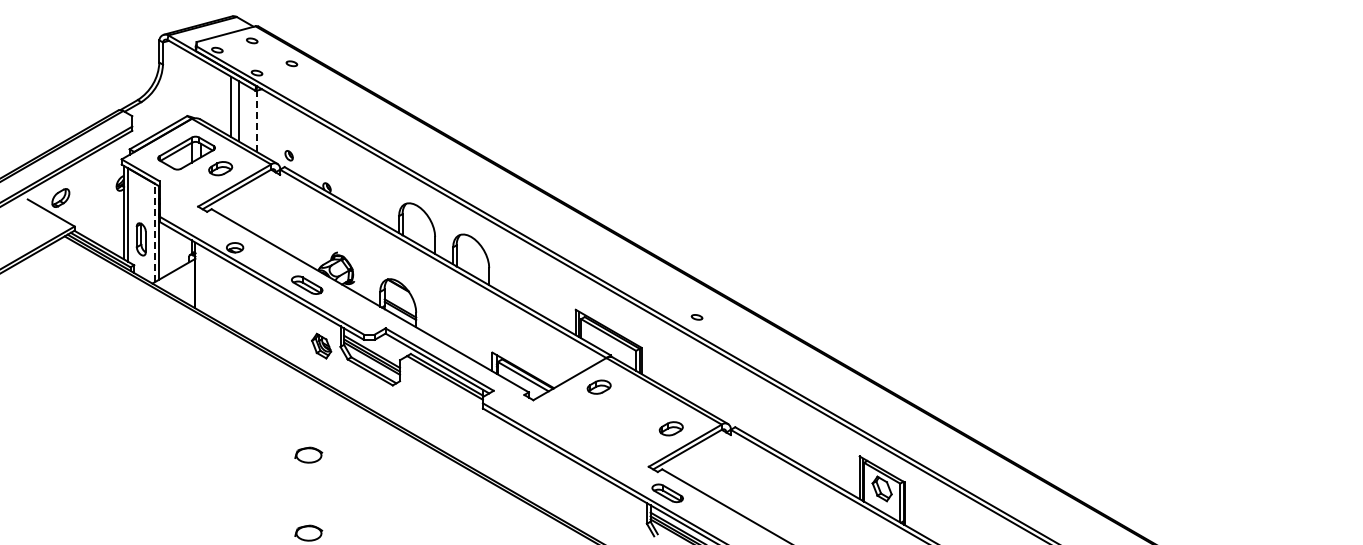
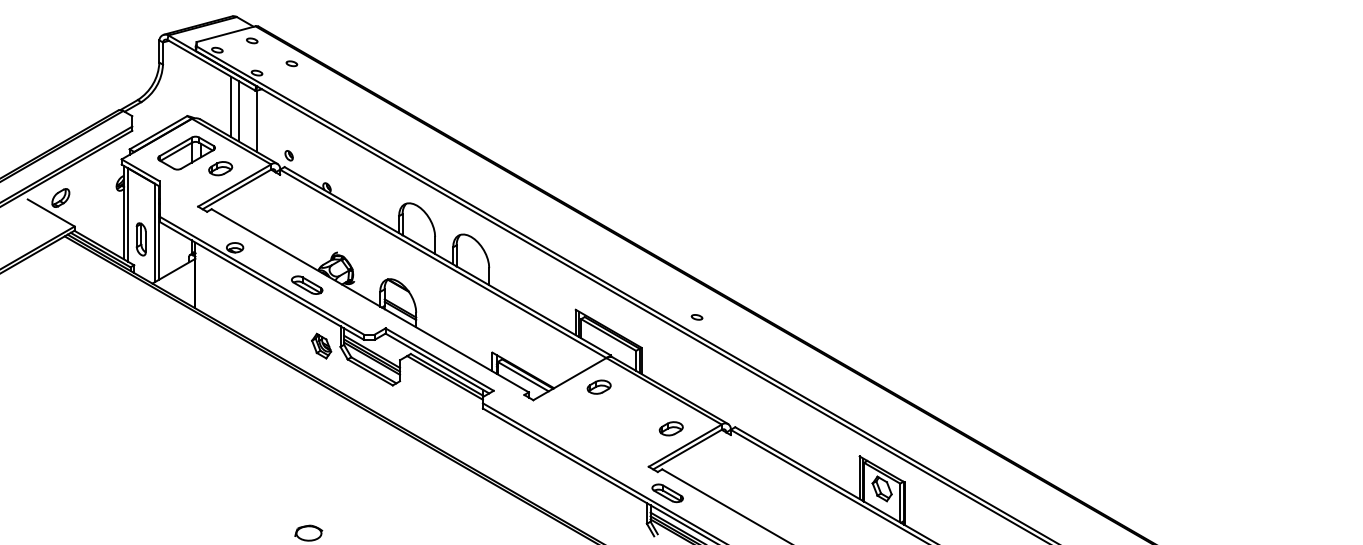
line at (257, 121): dashed -> solid
line at (154, 232): dashed -> solid
part at (308, 454): present -> none
